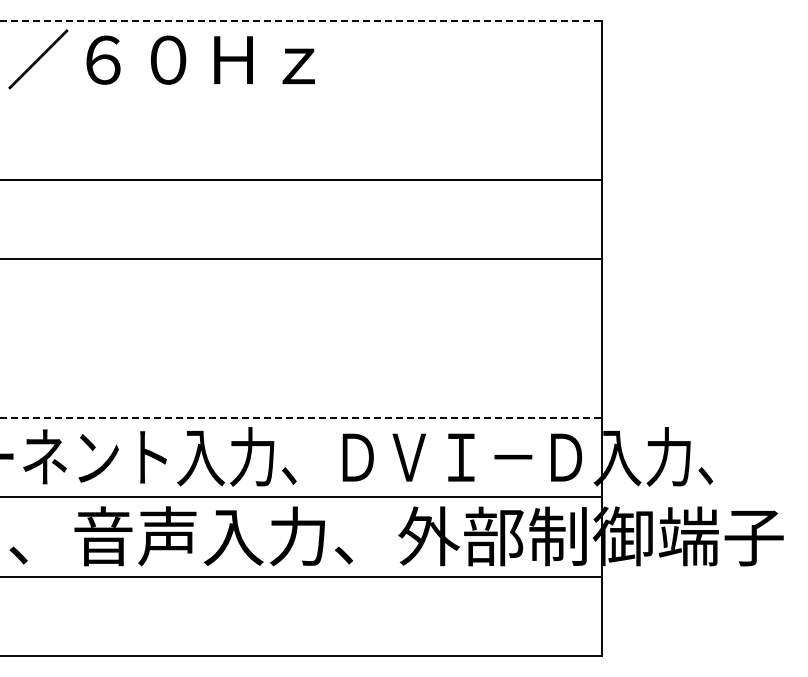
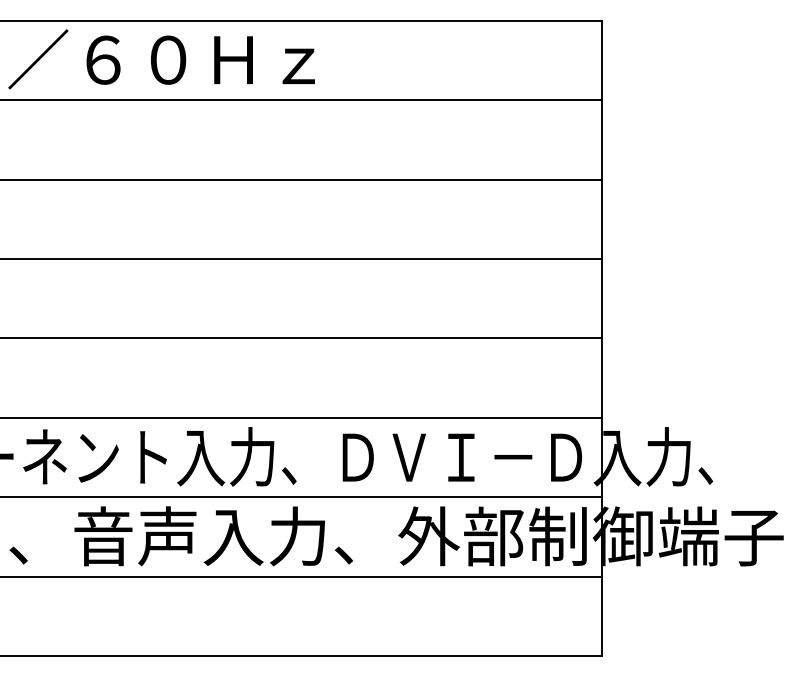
line at (301, 20): dashed -> solid
line at (301, 100): none -> present
line at (301, 338): none -> present
line at (301, 417): dashed -> solid
